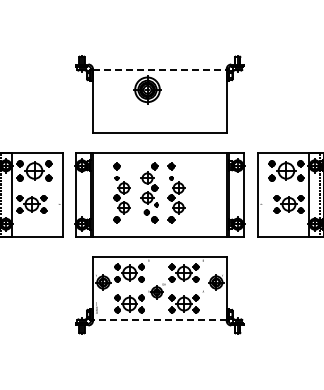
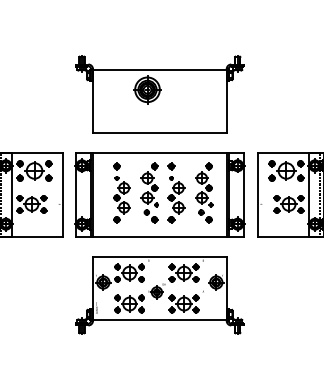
line at (159, 70): dashed -> solid
part at (204, 192): none -> present
line at (159, 319): dashed -> solid
